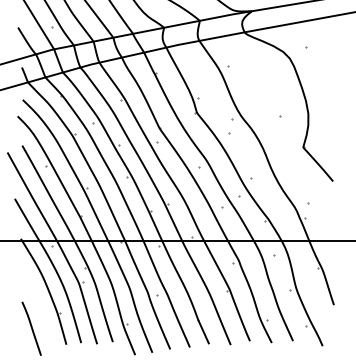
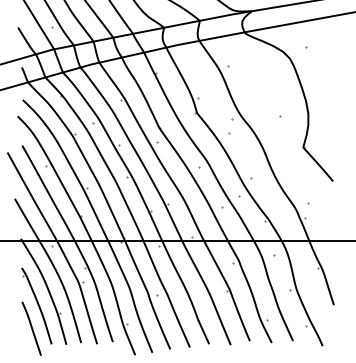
part at (36, 305): none -> present
